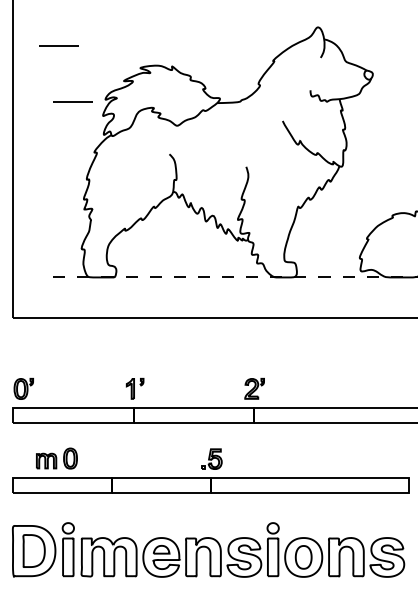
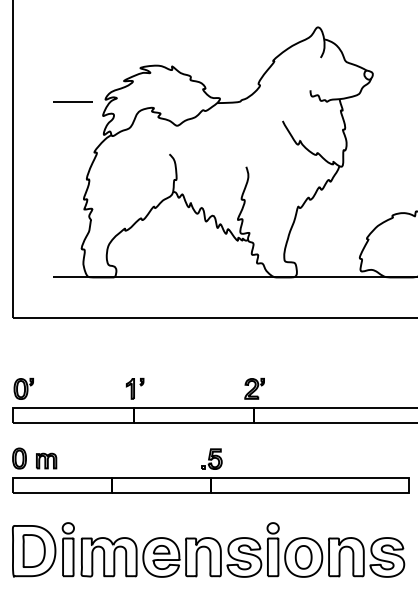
line at (58, 45): present -> none
line at (235, 277): dashed -> solid
part at (70, 458) position: (70, 458) -> (19, 458)
